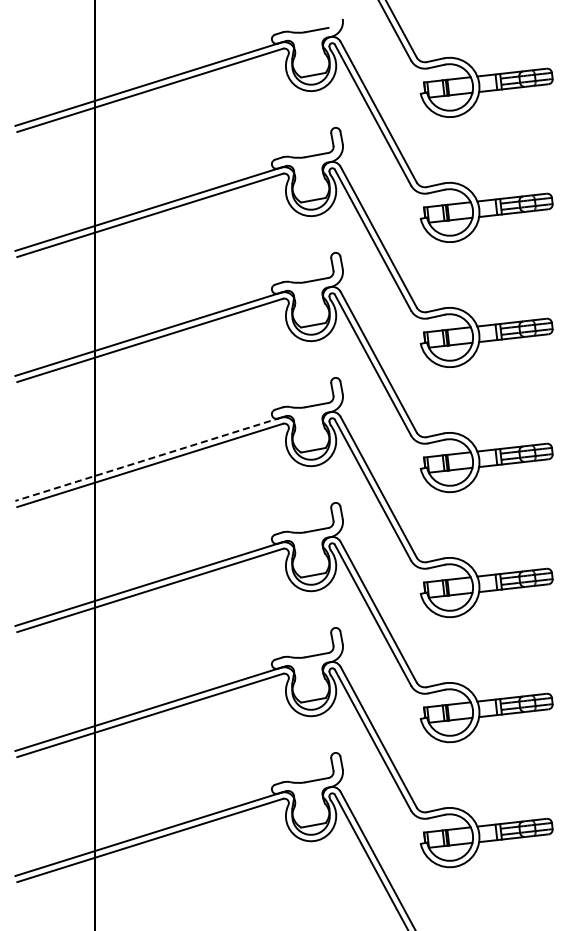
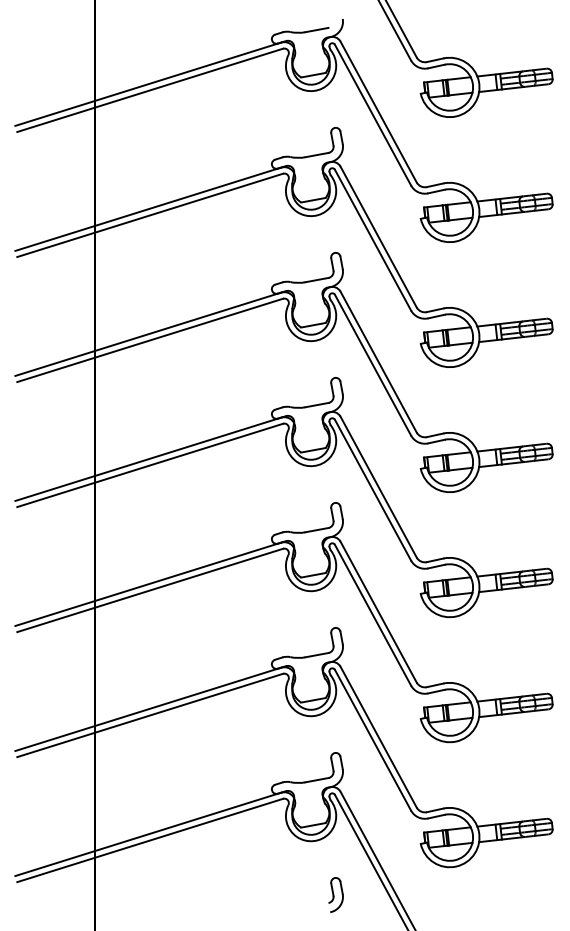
line at (147, 459): dashed -> solid
part at (335, 894): none -> present
